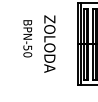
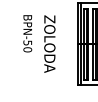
text at (27, 38) position: (27, 38) -> (27, 33)
